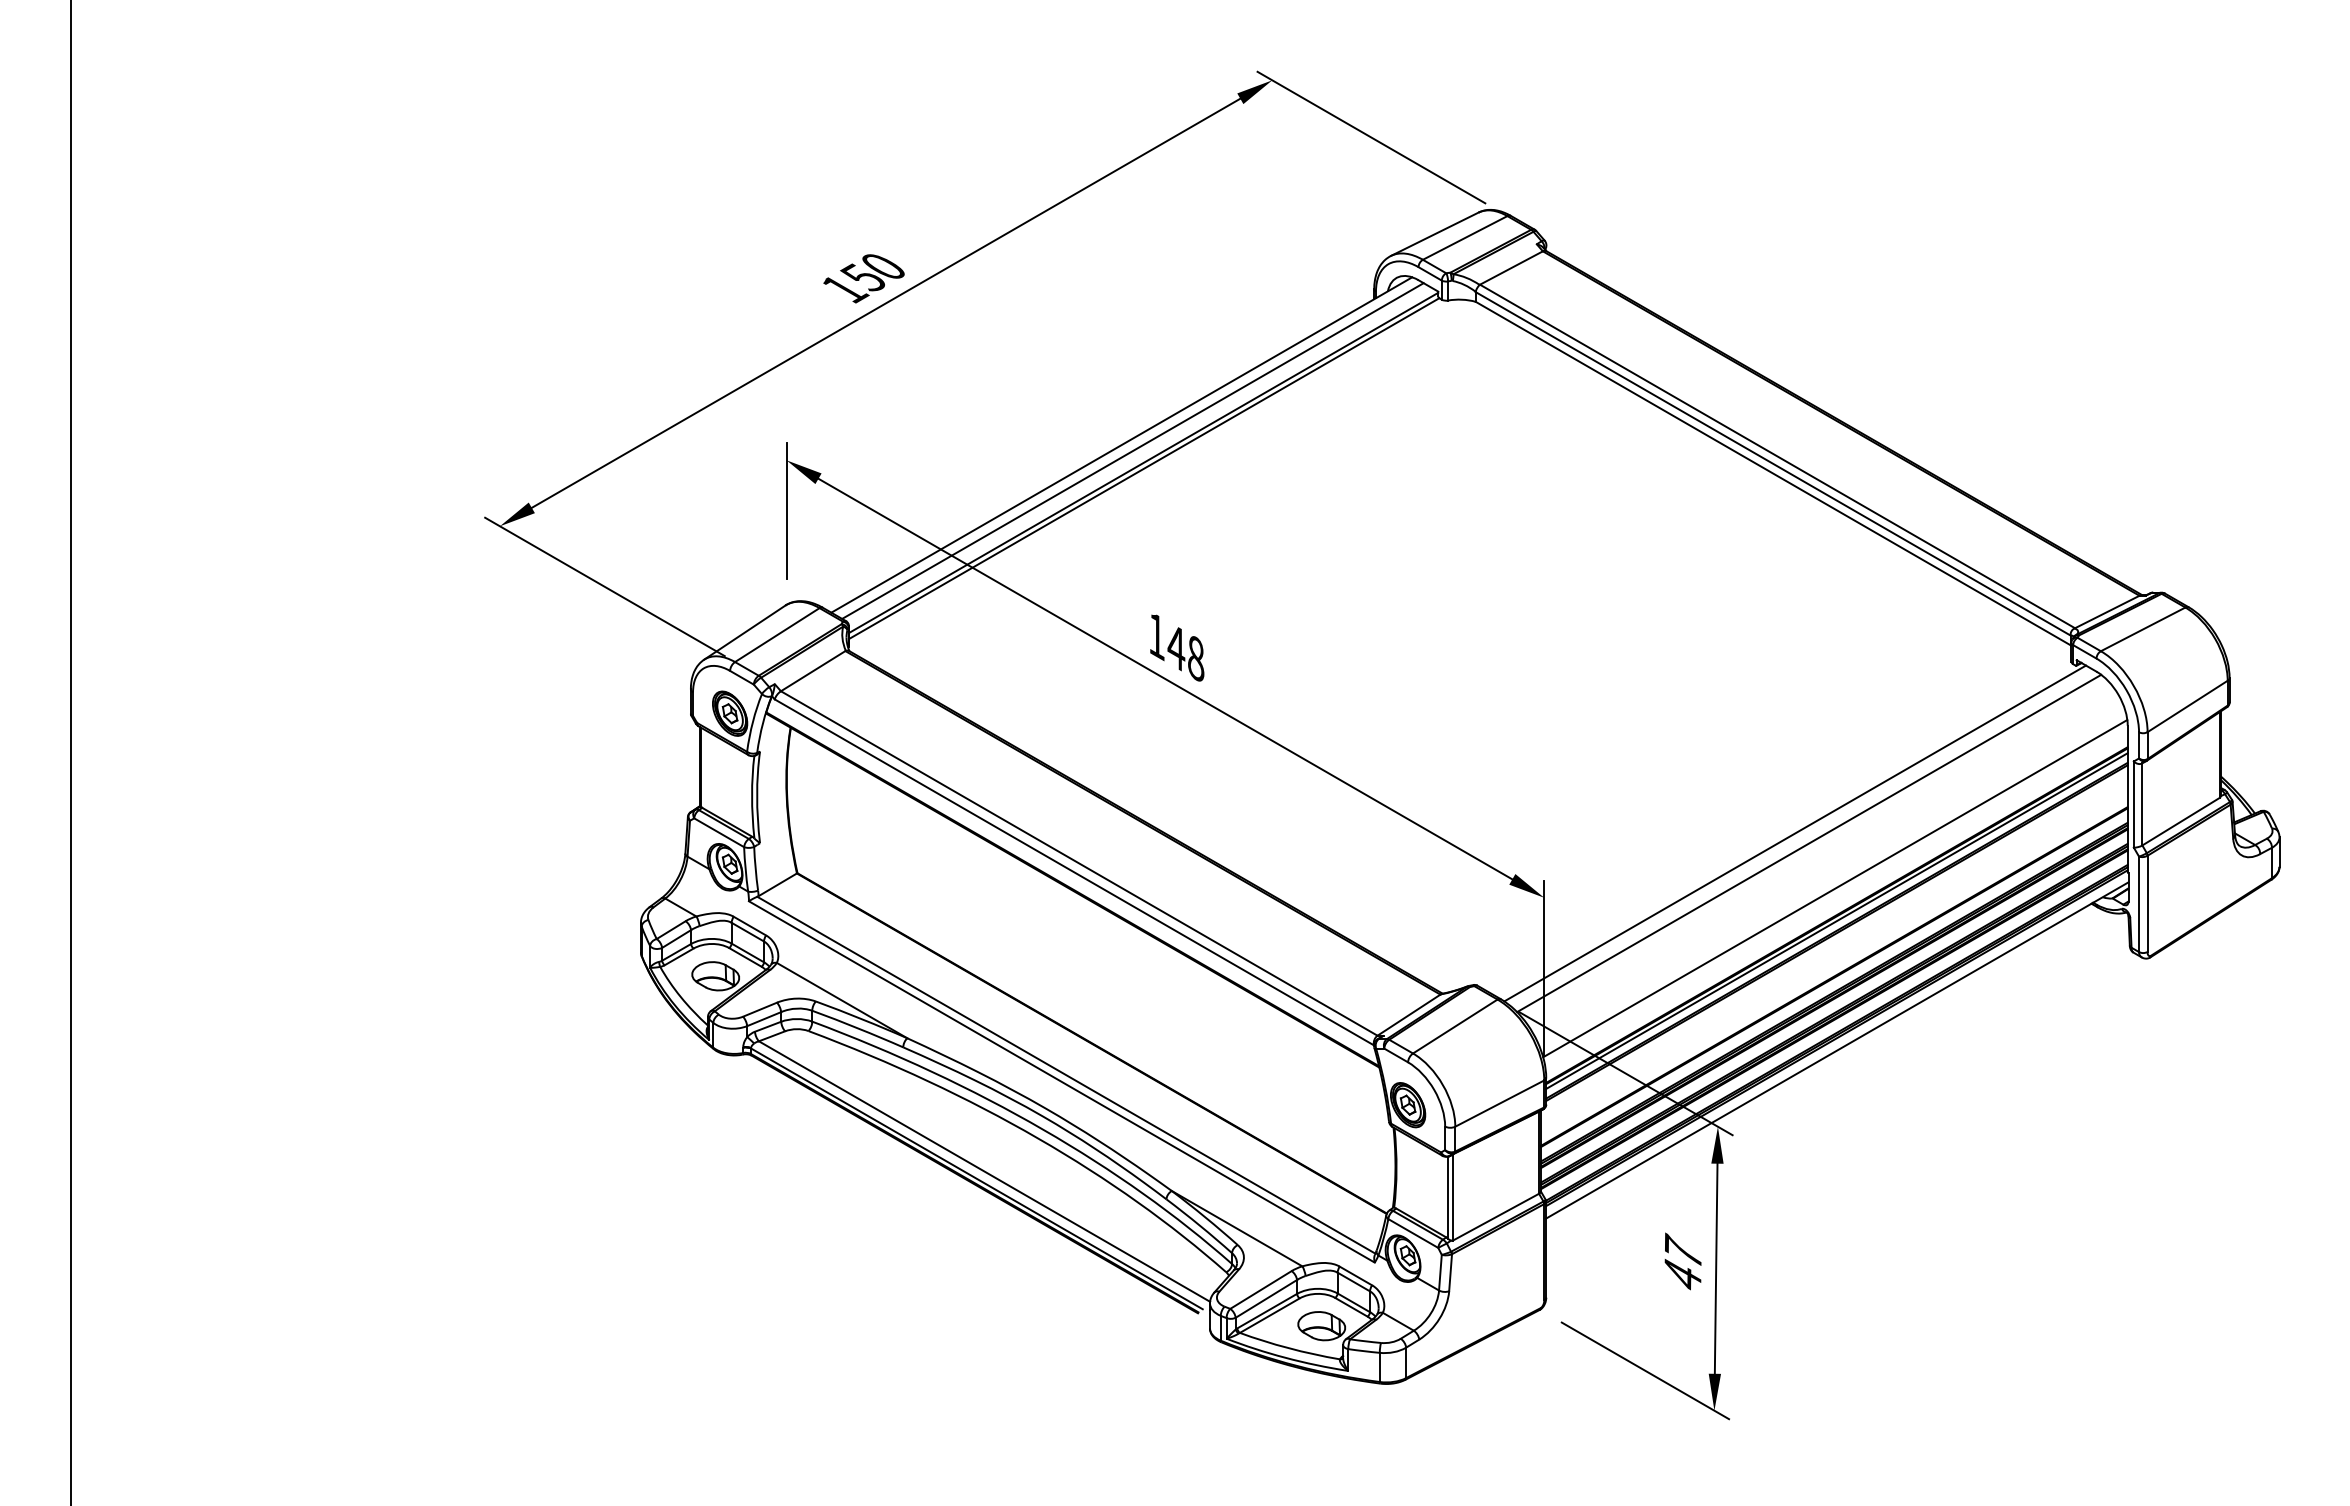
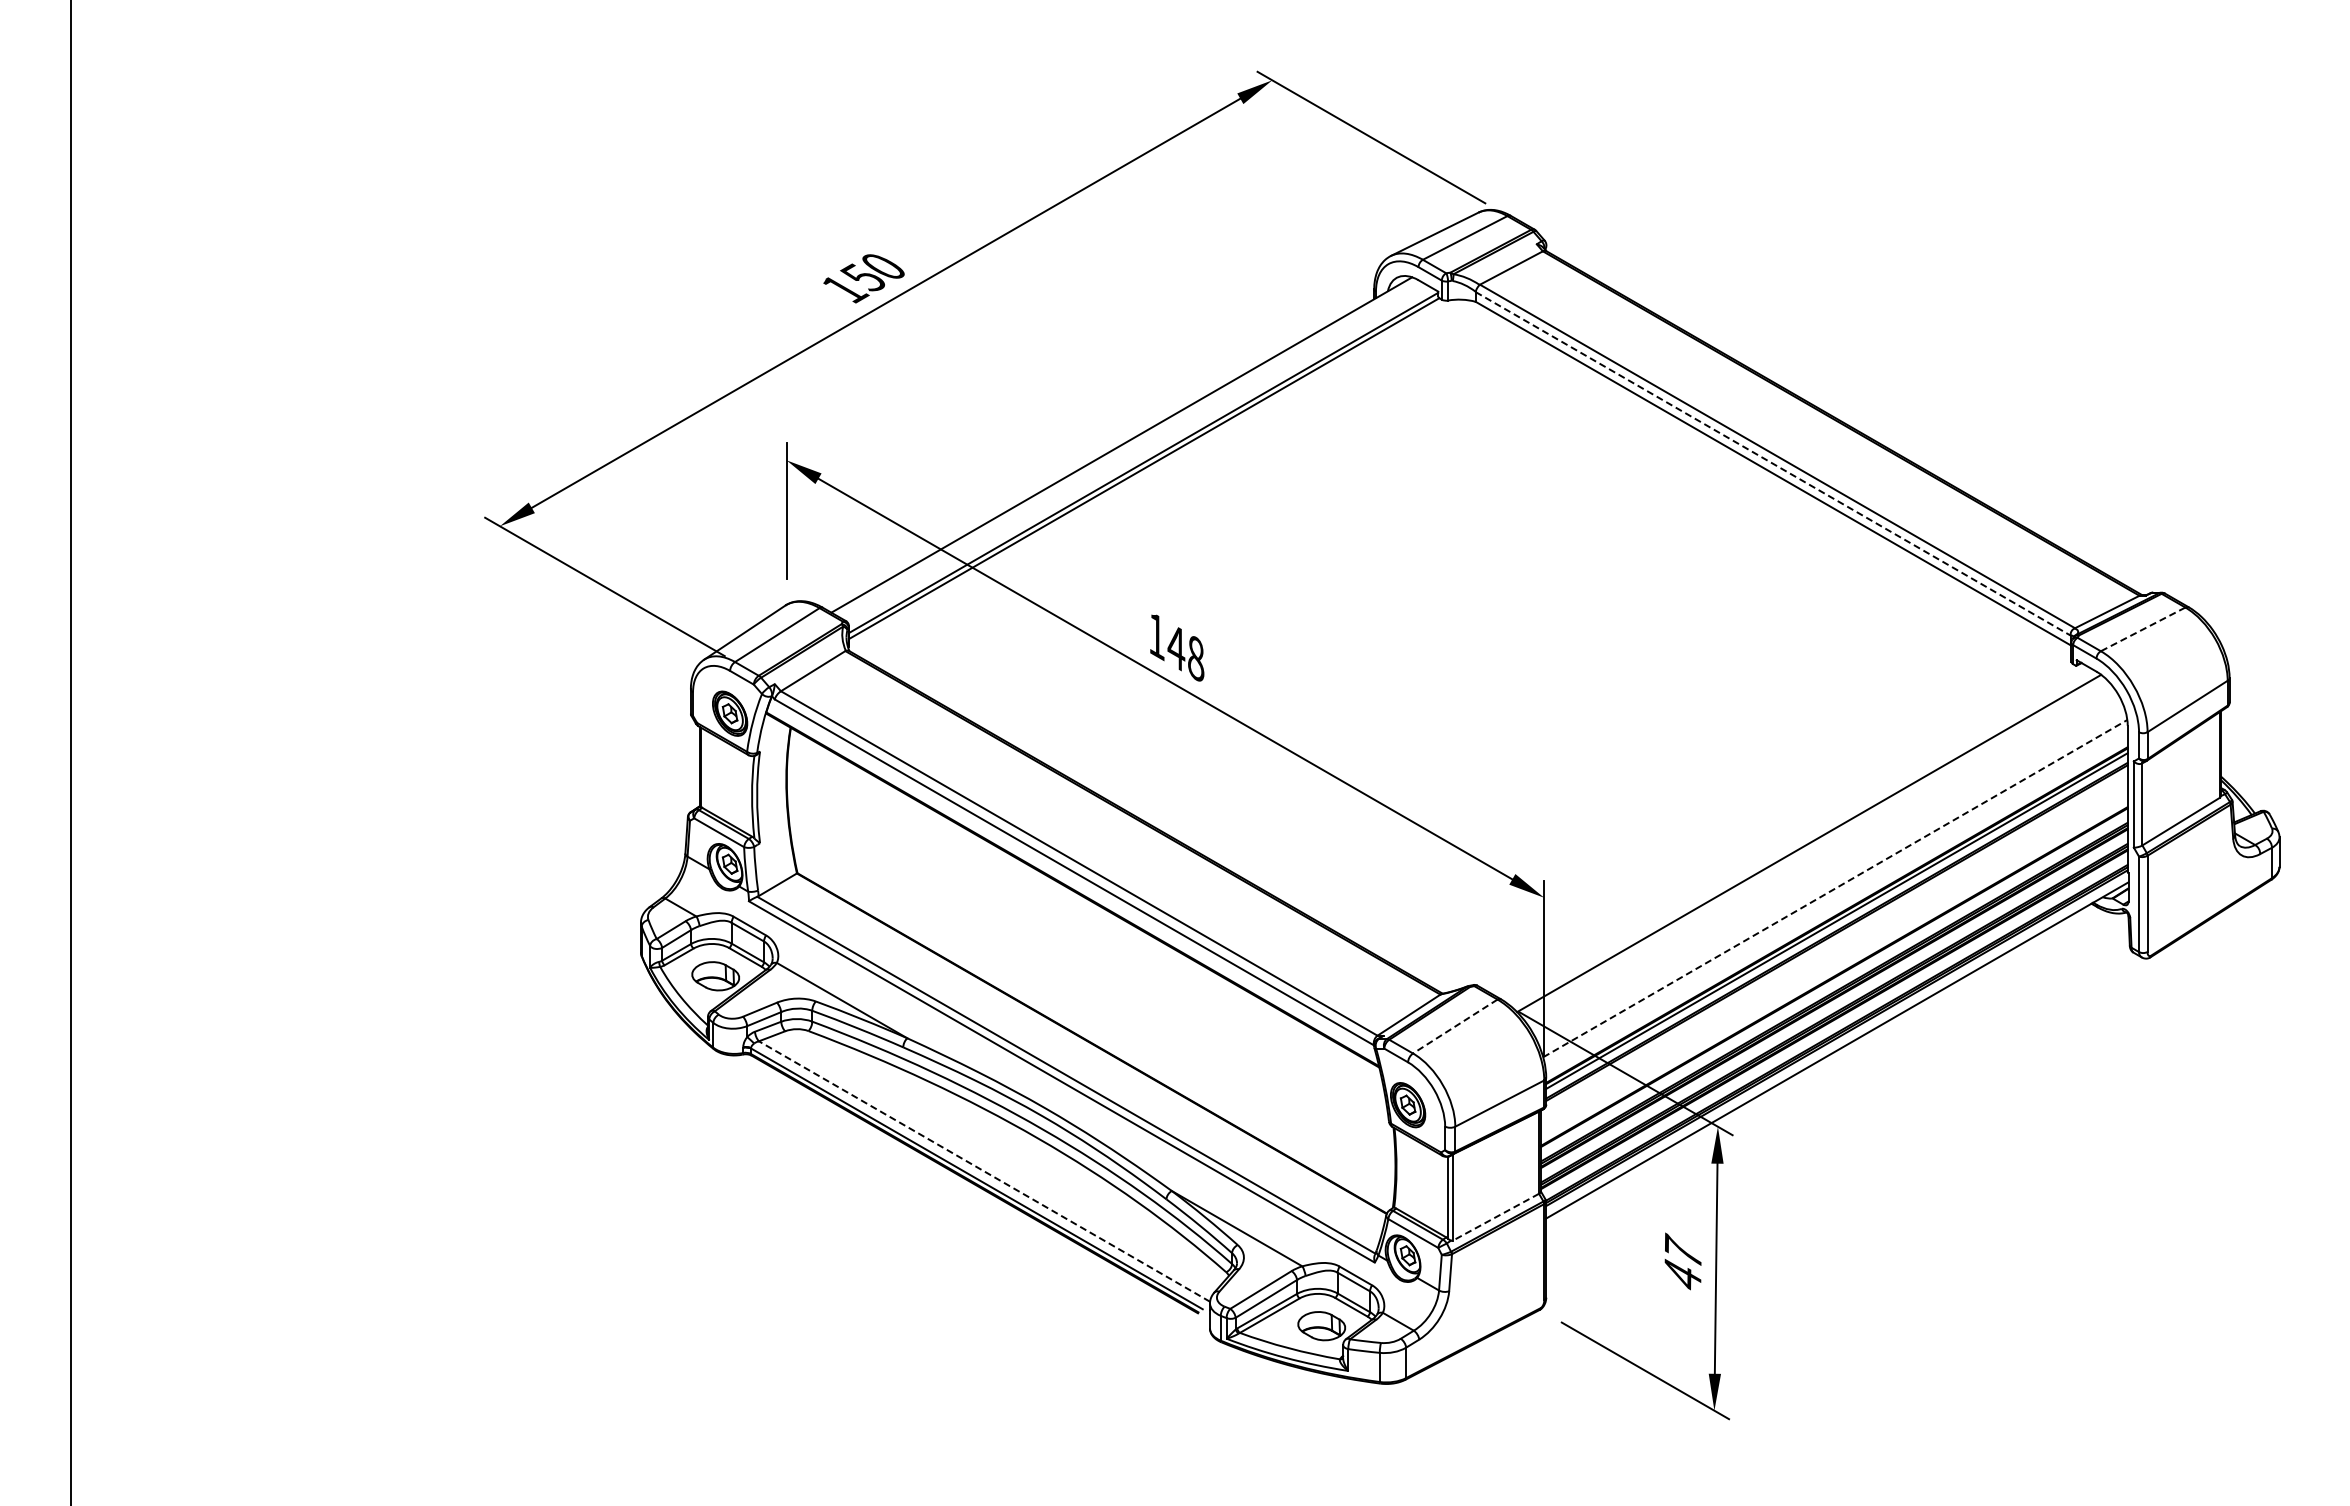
line at (1132, 450): present -> none
line at (1773, 464): solid -> dashed
line at (2143, 629): solid -> dashed
line at (1795, 833): present -> none
line at (1835, 888): solid -> dashed
line at (1454, 1026): solid -> dashed
line at (984, 1171): solid -> dashed
line at (1496, 1217): solid -> dashed
